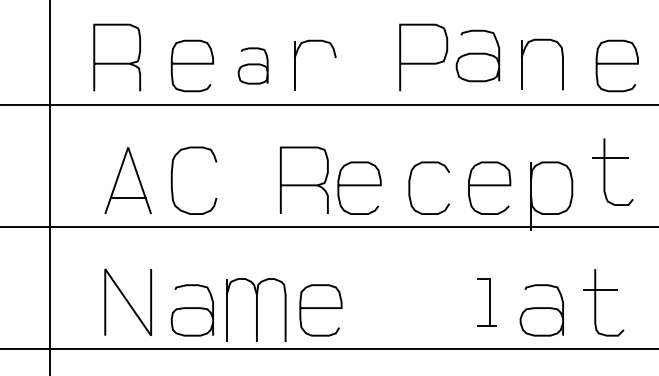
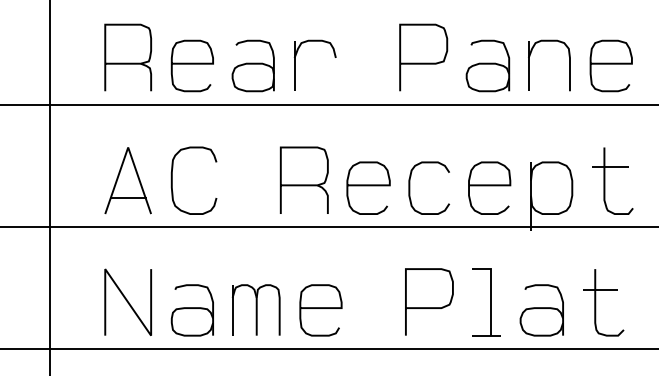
part at (477, 55) position: (477, 55) -> (487, 65)
part at (116, 57) position: (116, 57) -> (127, 57)
part at (522, 64) position: (522, 64) -> (529, 65)
curve at (616, 64) position: (616, 64) -> (610, 64)
part at (252, 65) size: 32x38 px -> 44x54 px
part at (605, 171) position: (605, 171) -> (605, 180)
curve at (359, 186) position: (359, 186) -> (368, 186)
part at (486, 302) size: 20x49 px -> 29x69 px
curve at (429, 307): none -> present
part at (256, 309) size: 61x64 px -> 50x52 px
